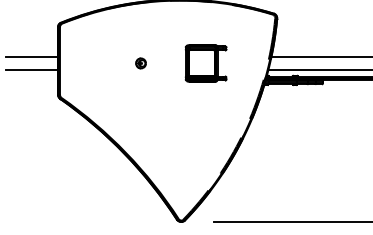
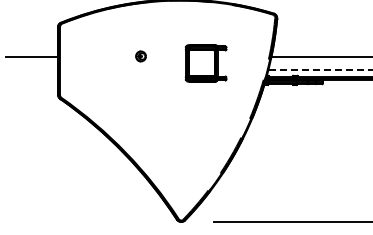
part at (140, 63) position: (140, 63) -> (140, 56)
line at (31, 69): present -> none
line at (320, 69): solid -> dashed
